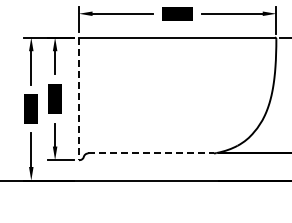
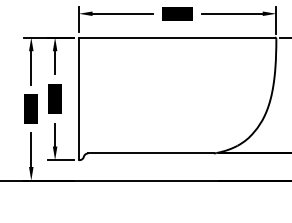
line at (78, 99): dashed -> solid
line at (151, 153): dashed -> solid
